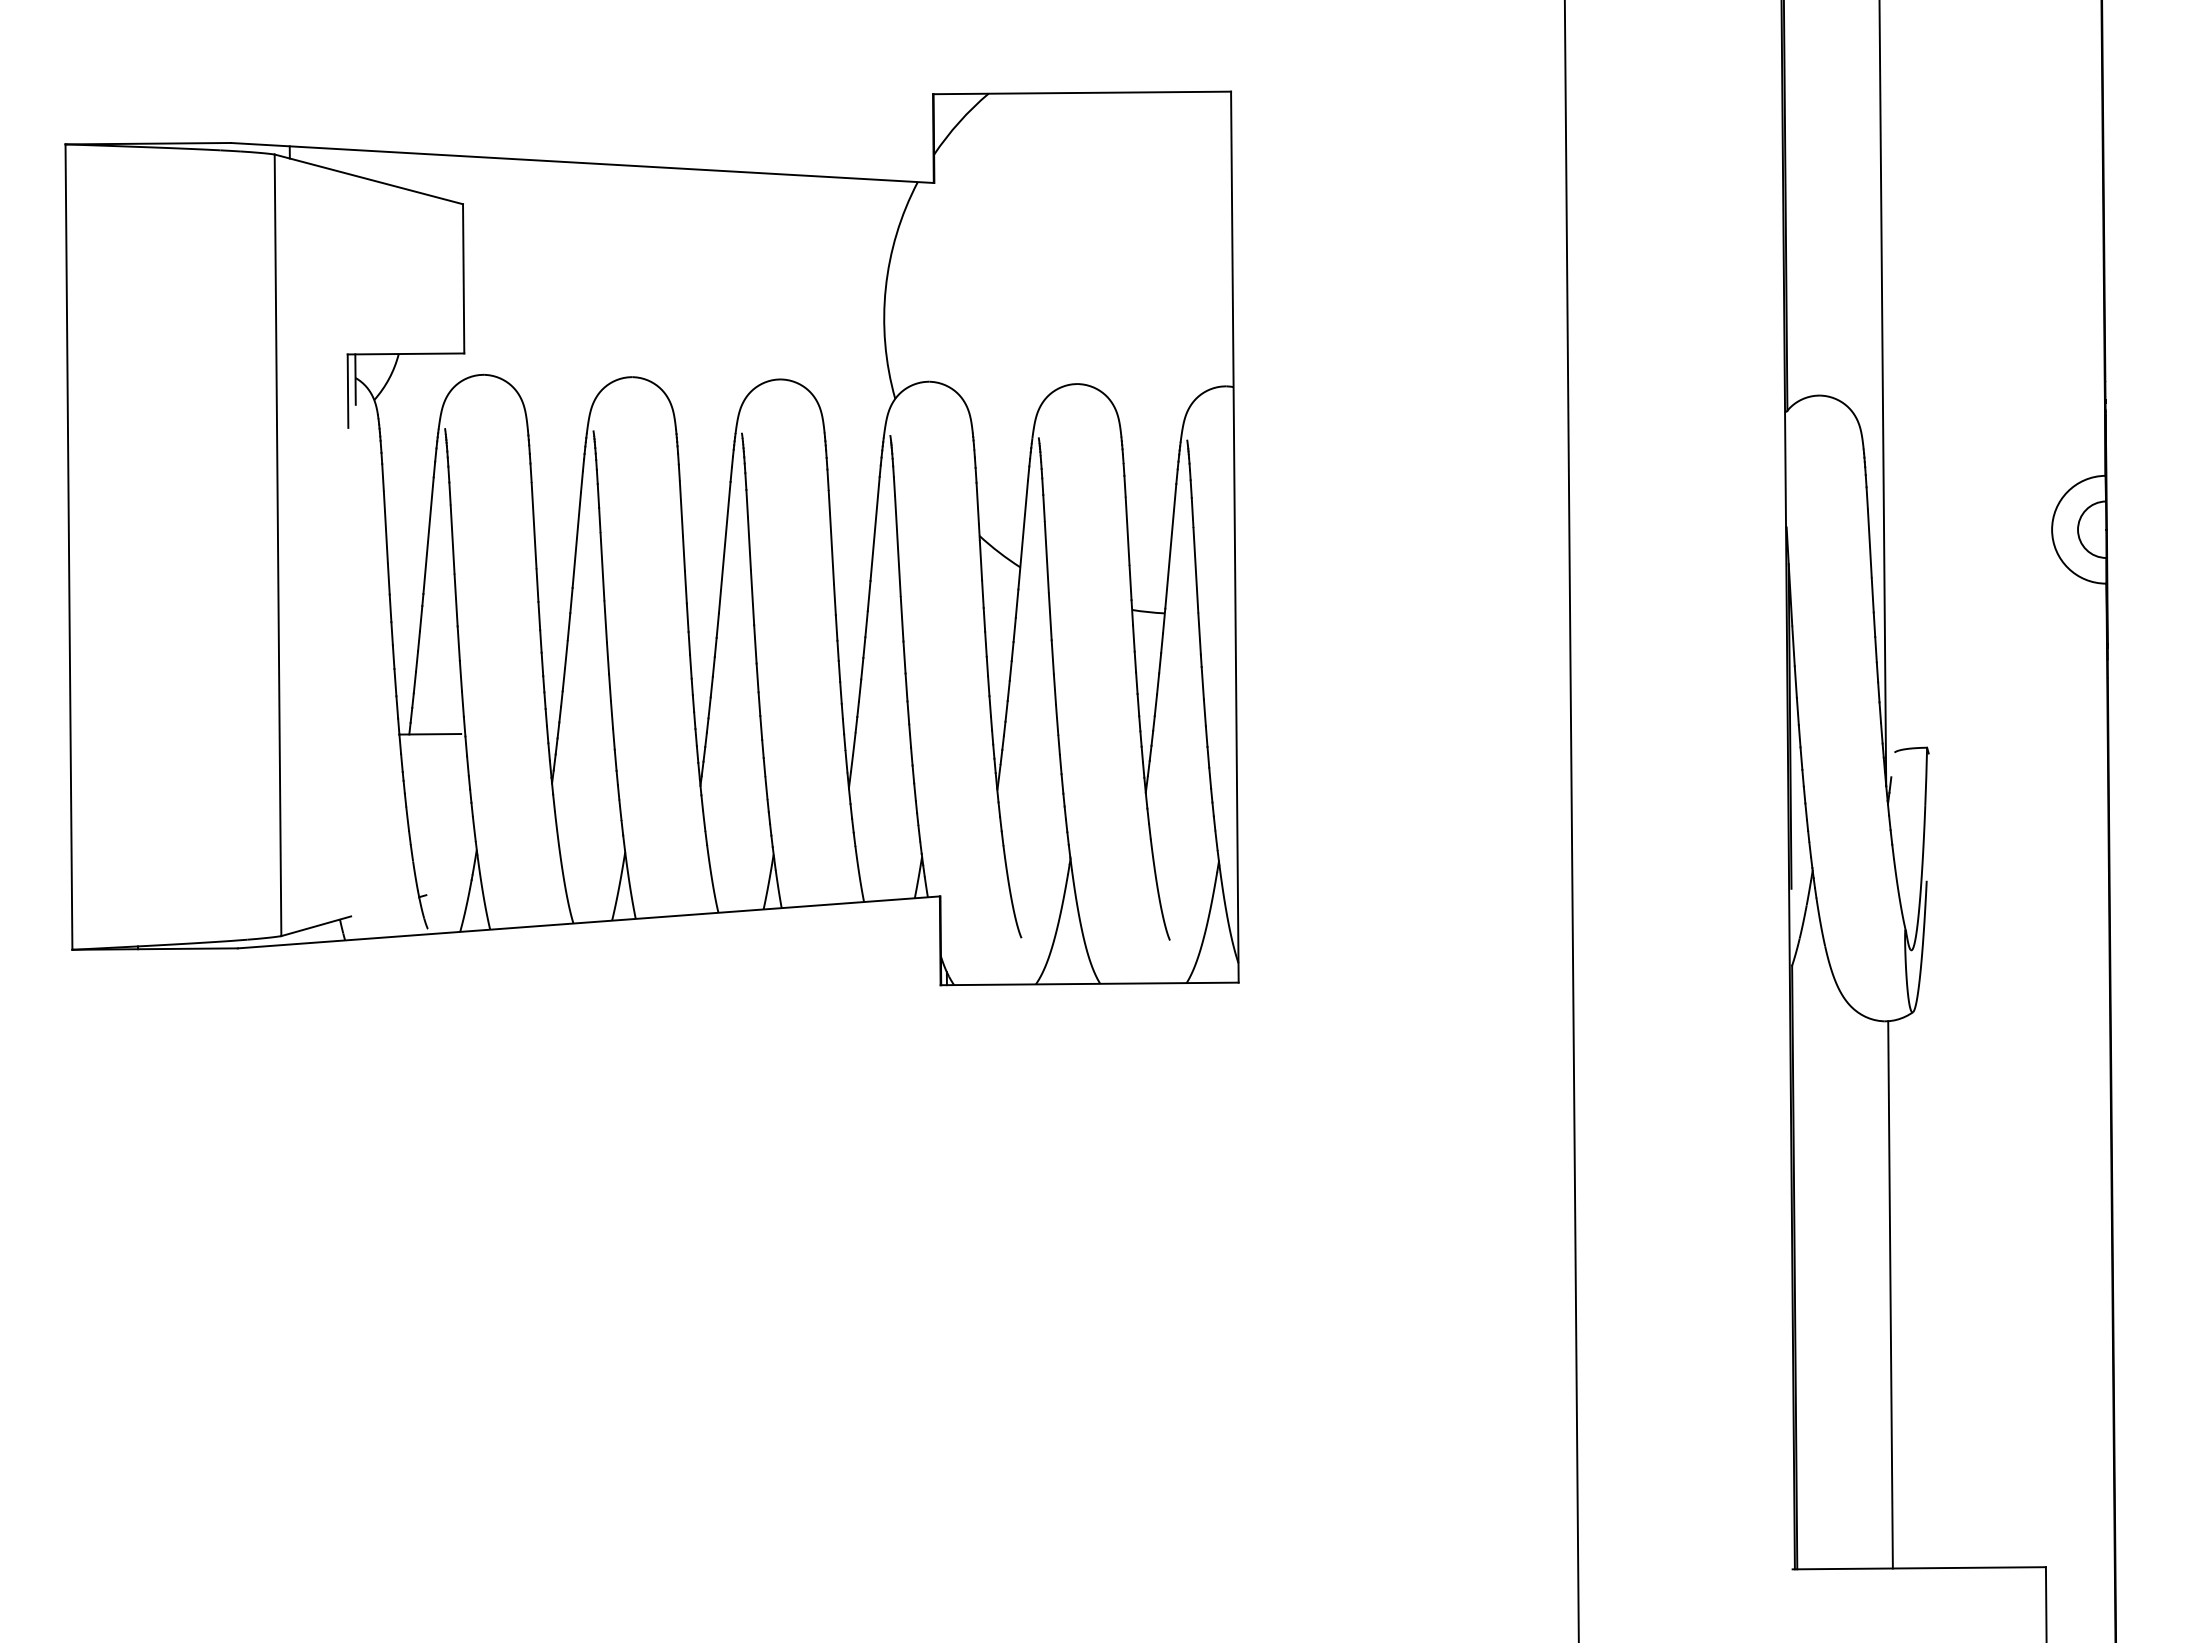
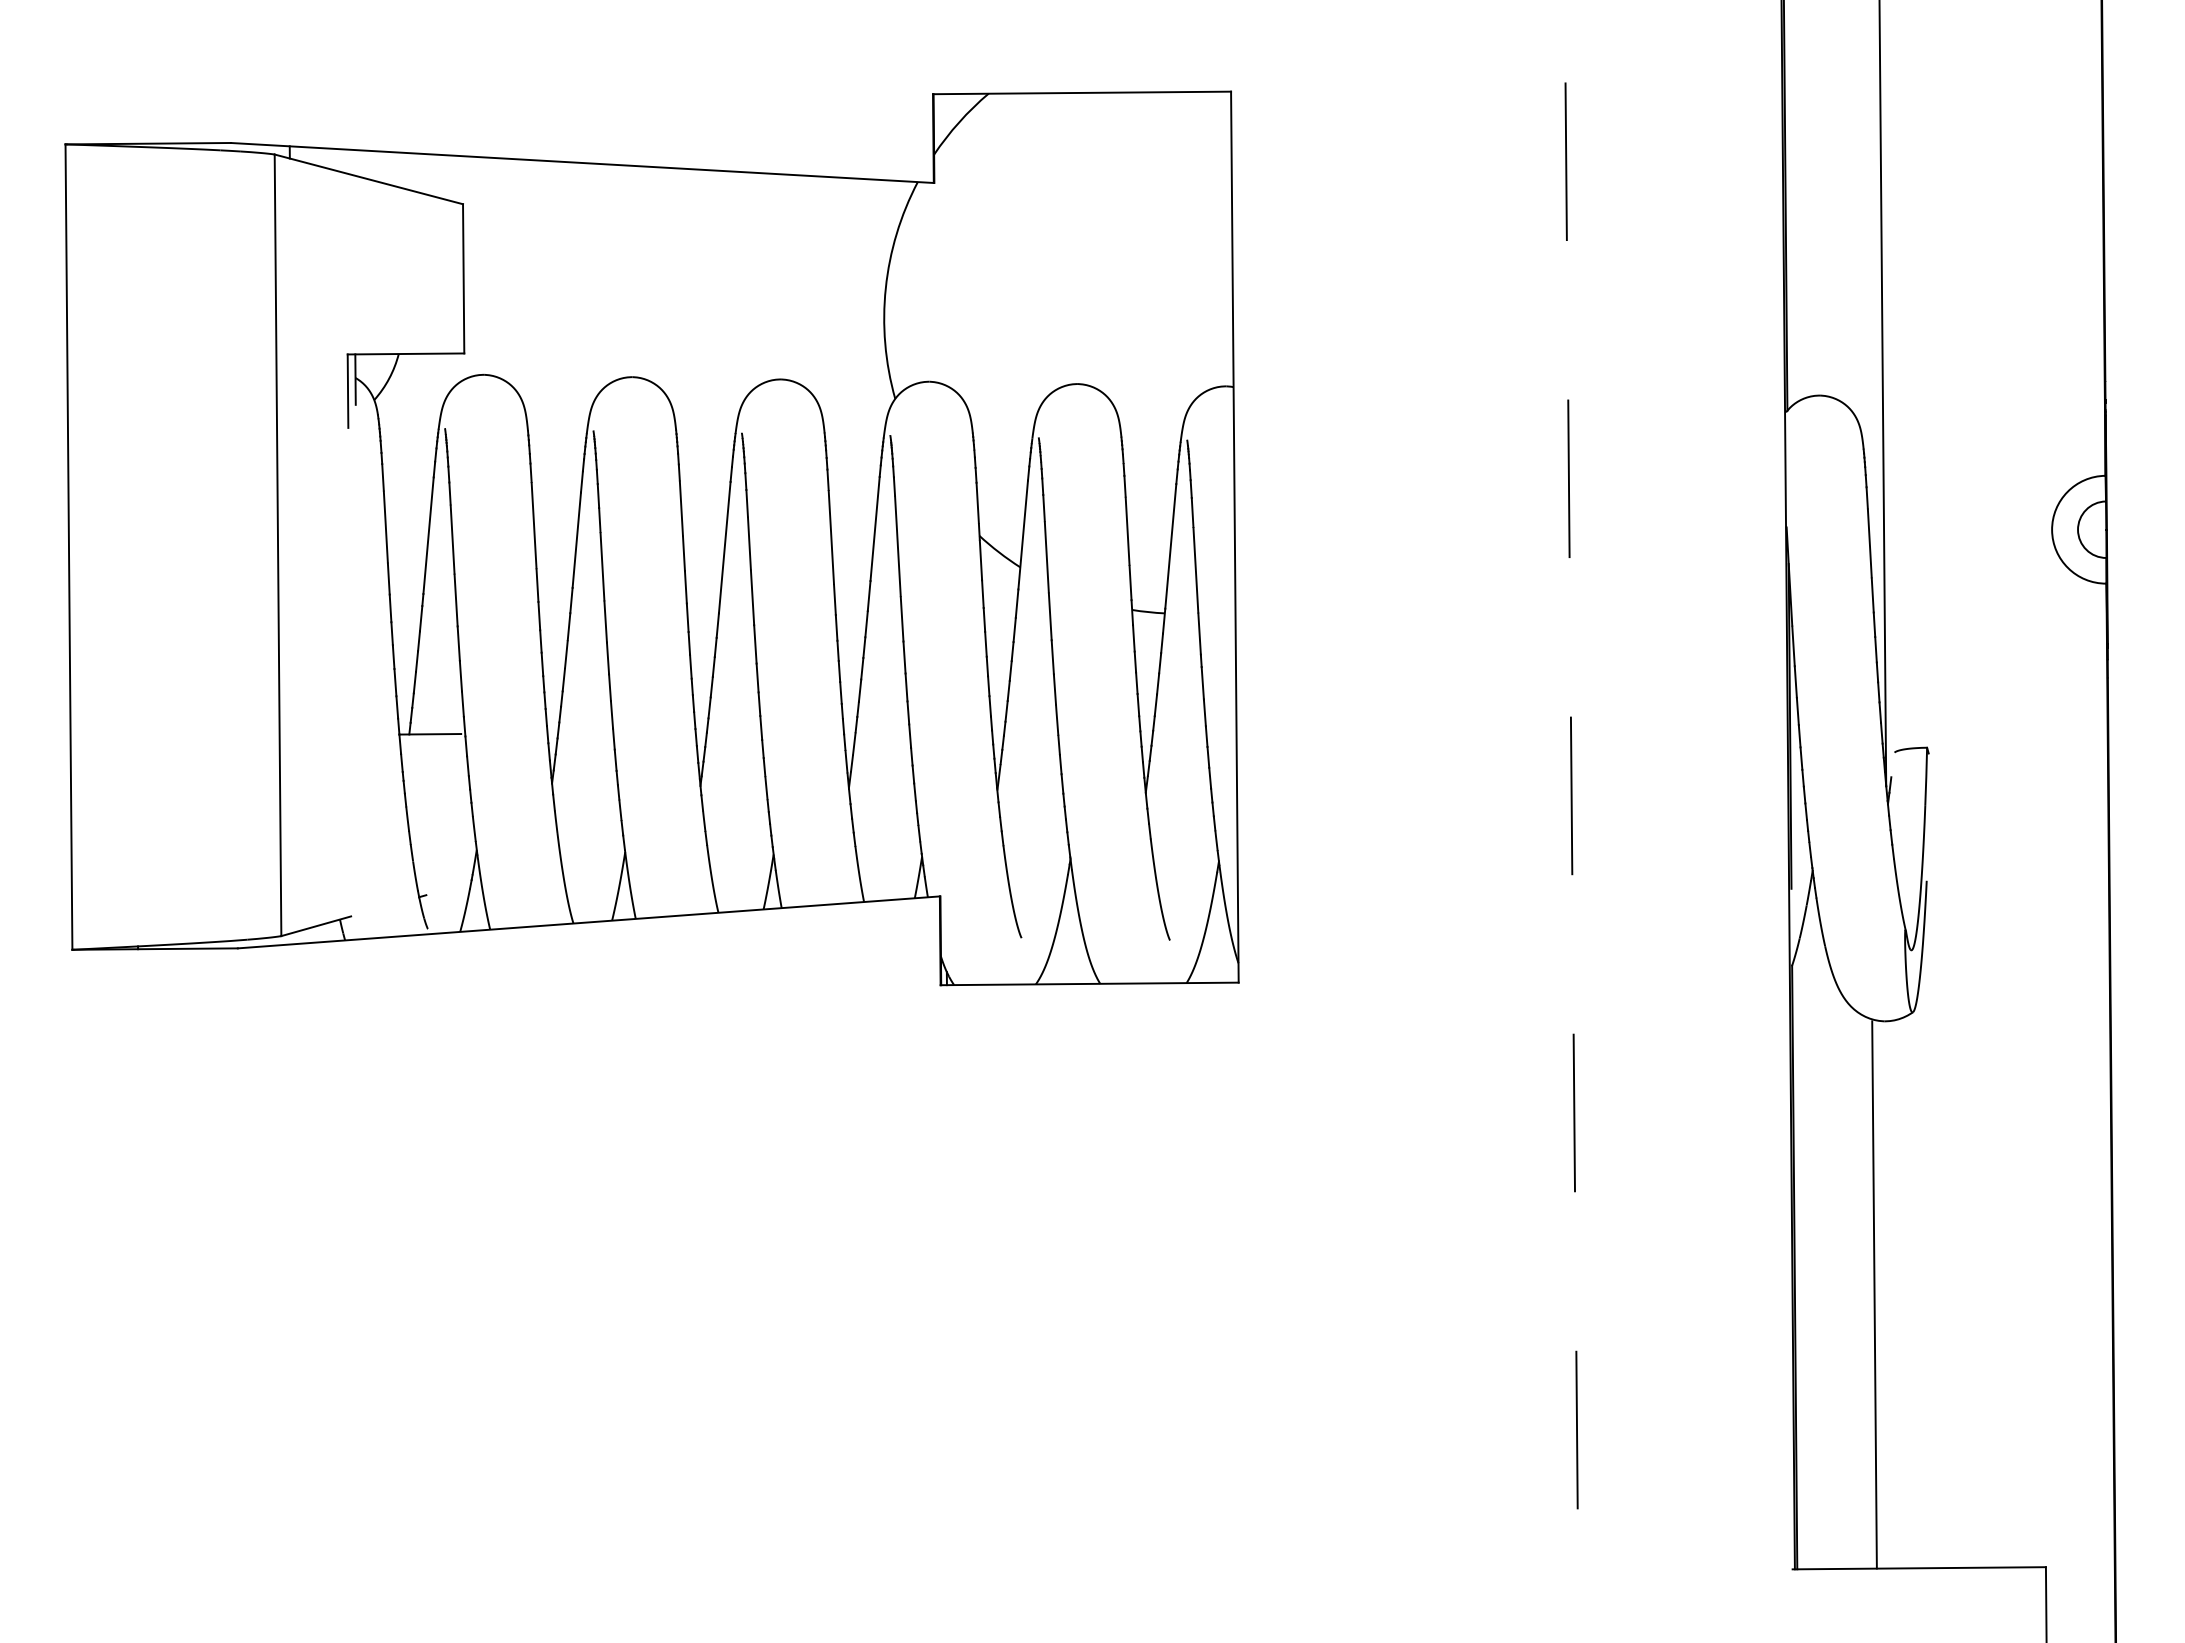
line at (1571, 821): solid -> dashed
line at (1890, 1294) position: (1890, 1294) -> (1874, 1294)
